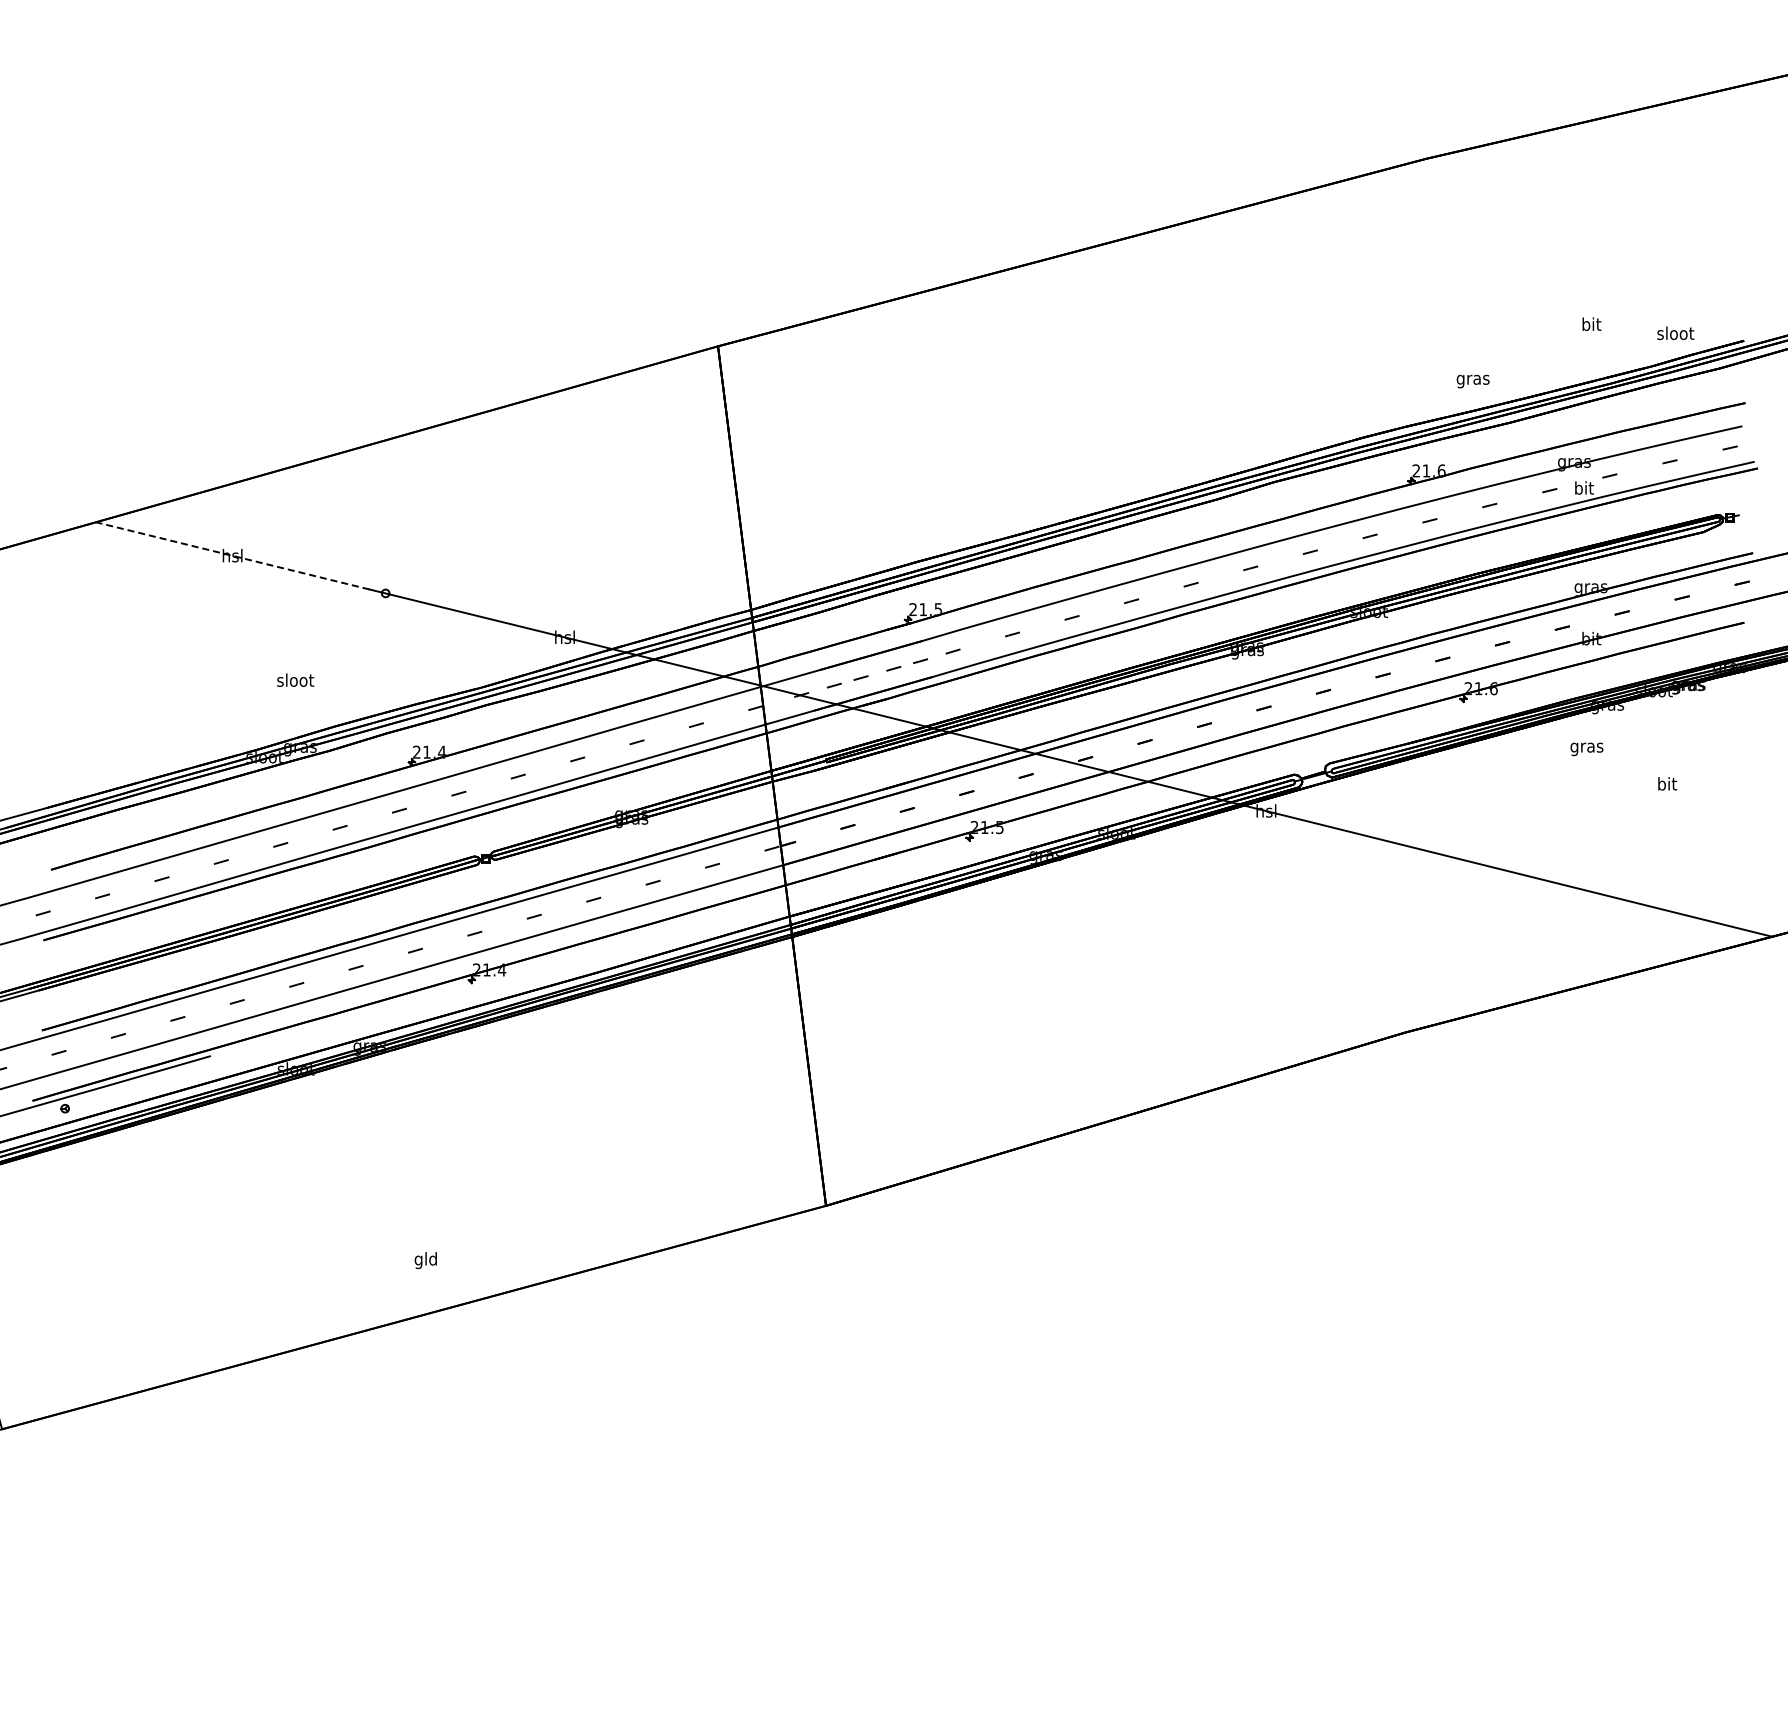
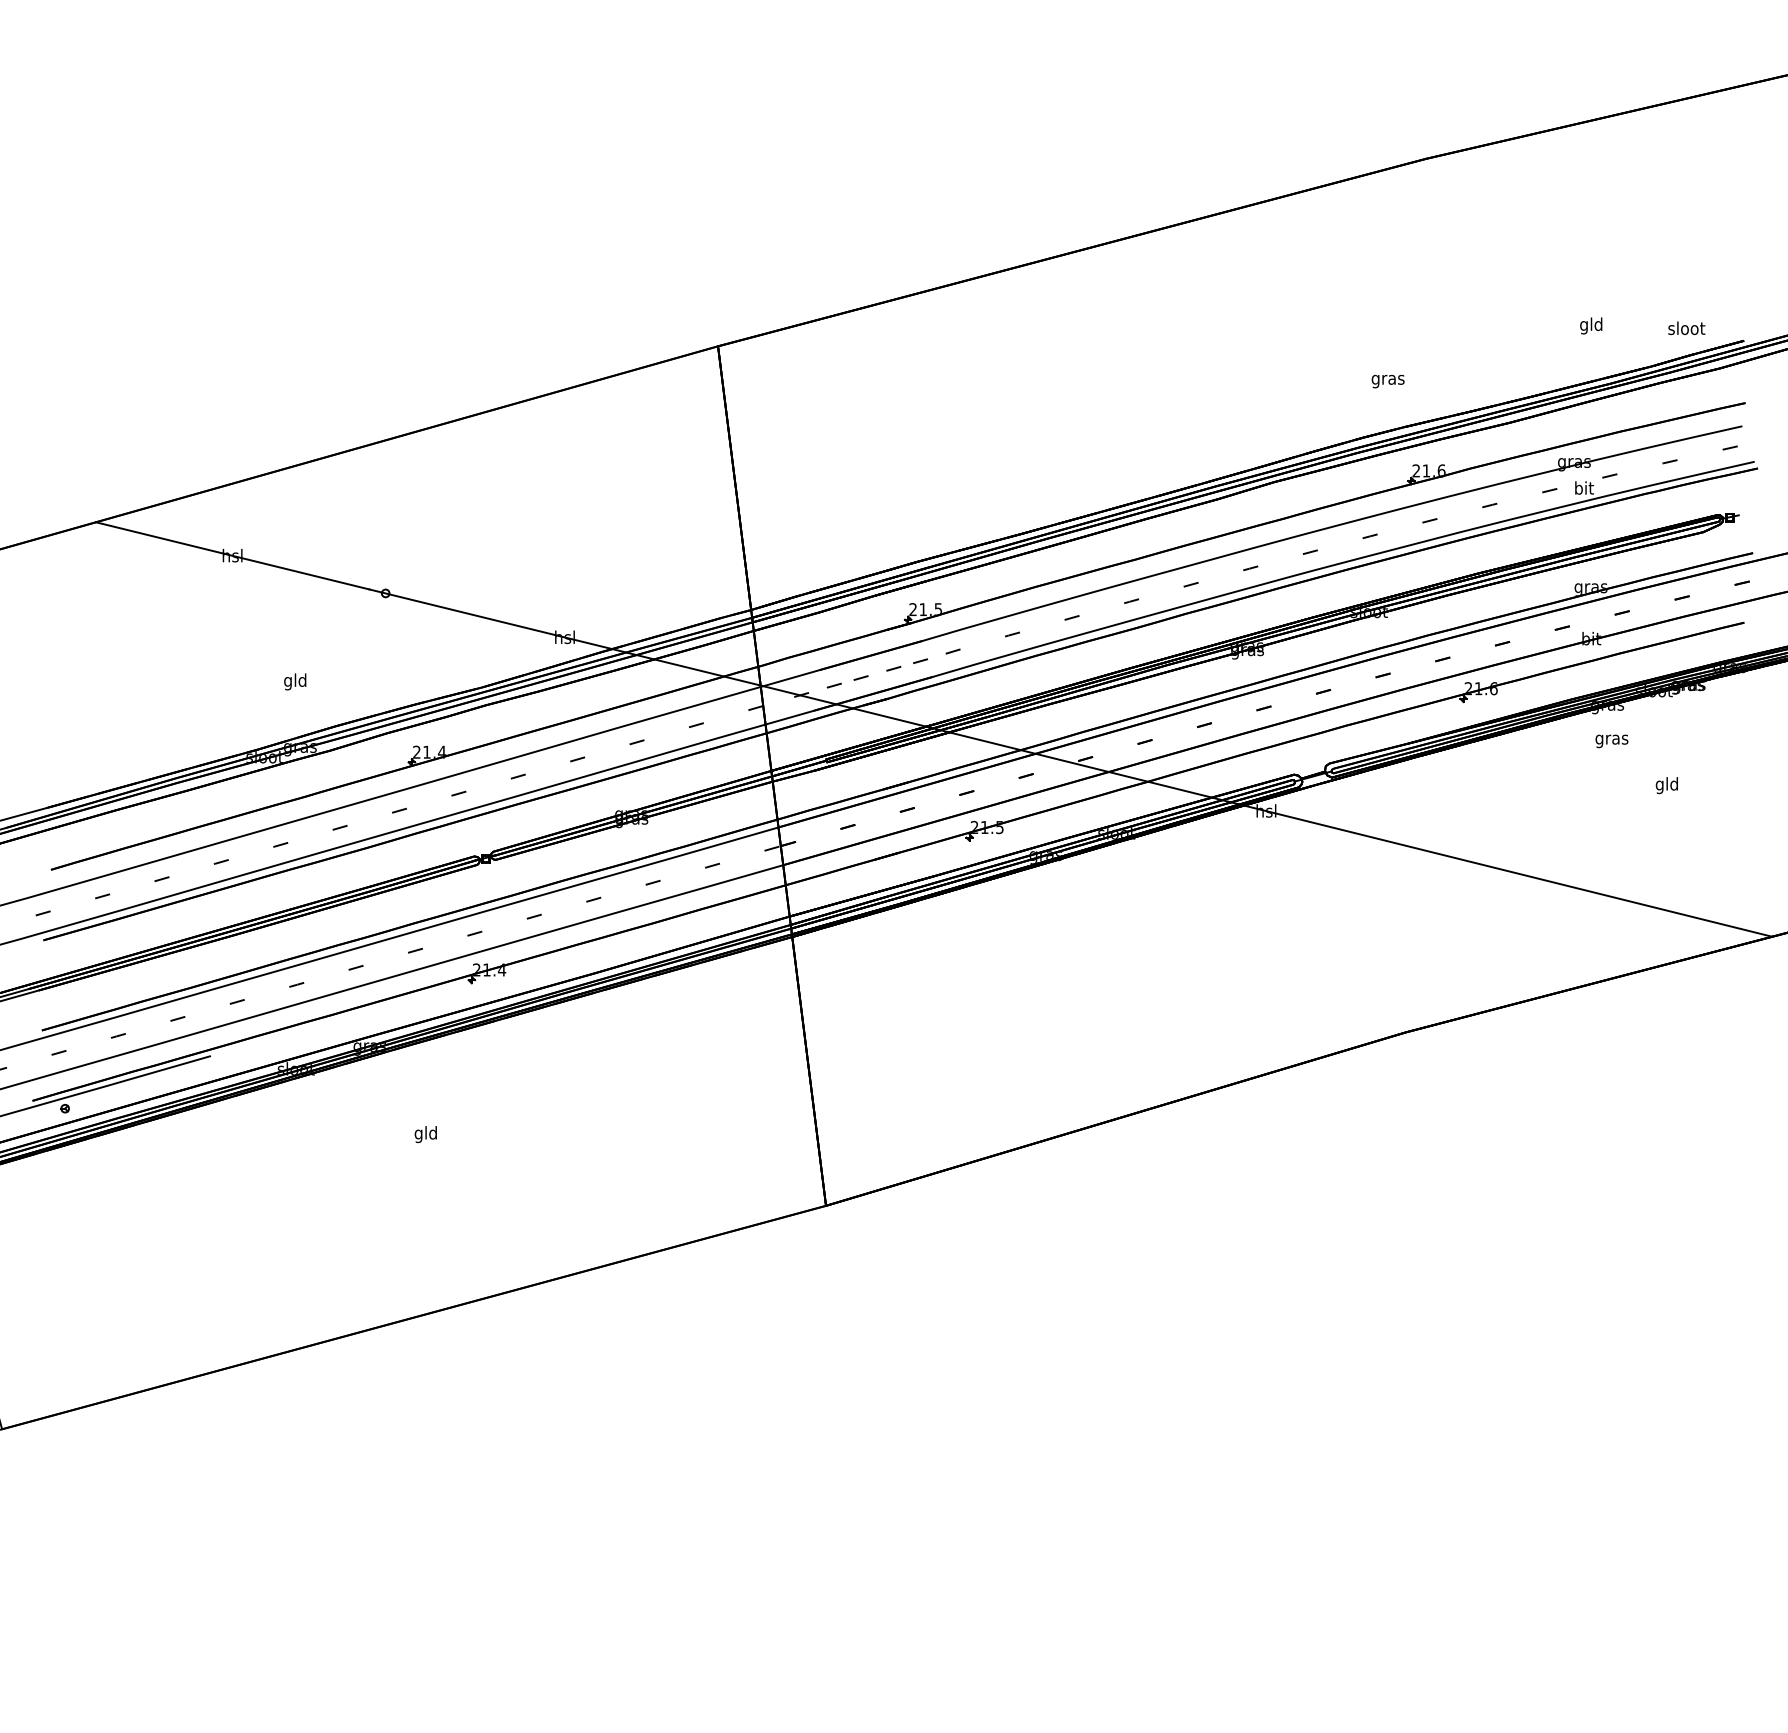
text at (1591, 325): bit -> gld
text at (1675, 333) position: (1675, 333) -> (1686, 328)
text at (1472, 381) position: (1472, 381) -> (1387, 381)
line at (232, 555): dashed -> solid
text at (295, 681): sloot -> gld
text at (1586, 749) position: (1586, 749) -> (1611, 741)
text at (1666, 785): bit -> gld
text at (425, 1260) position: (425, 1260) -> (425, 1134)
